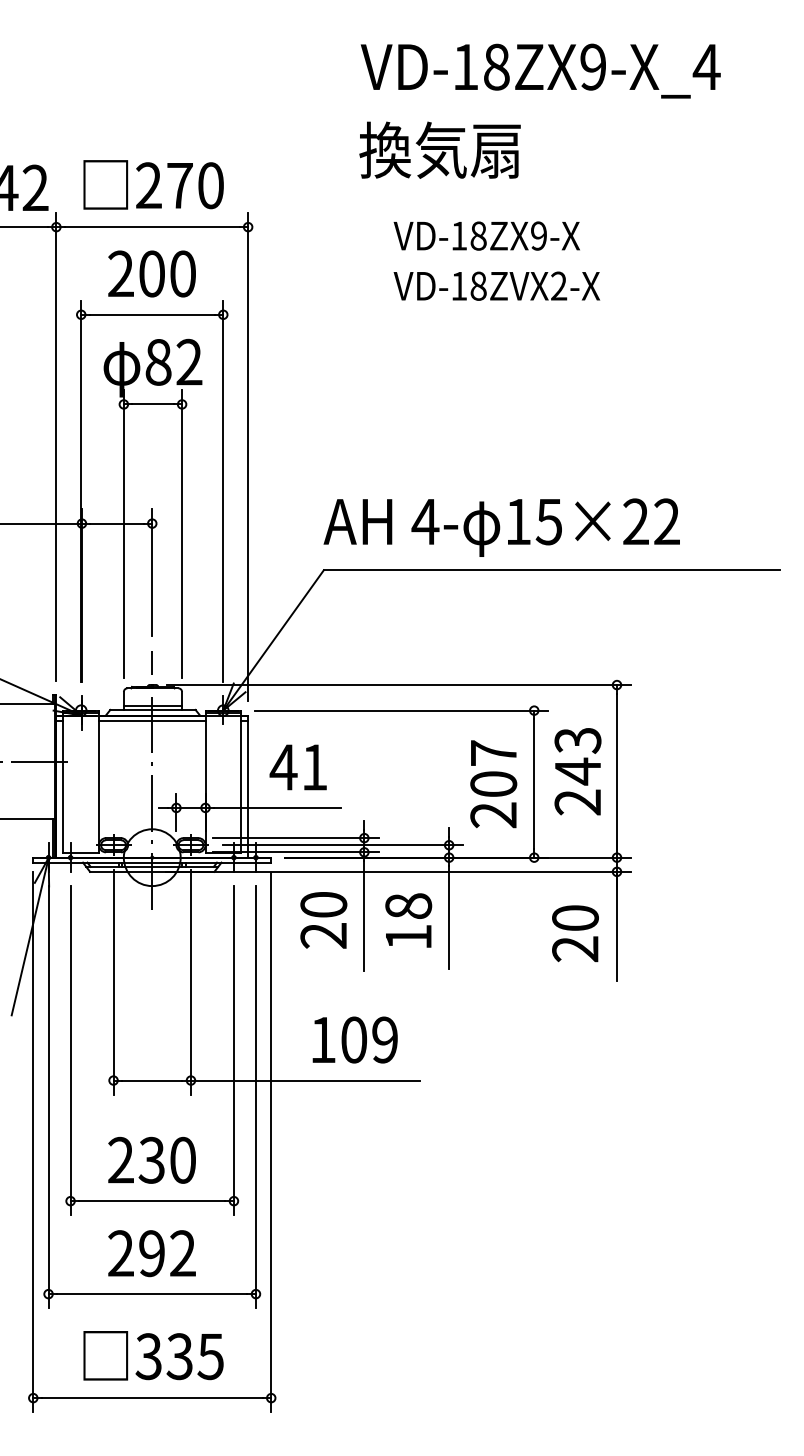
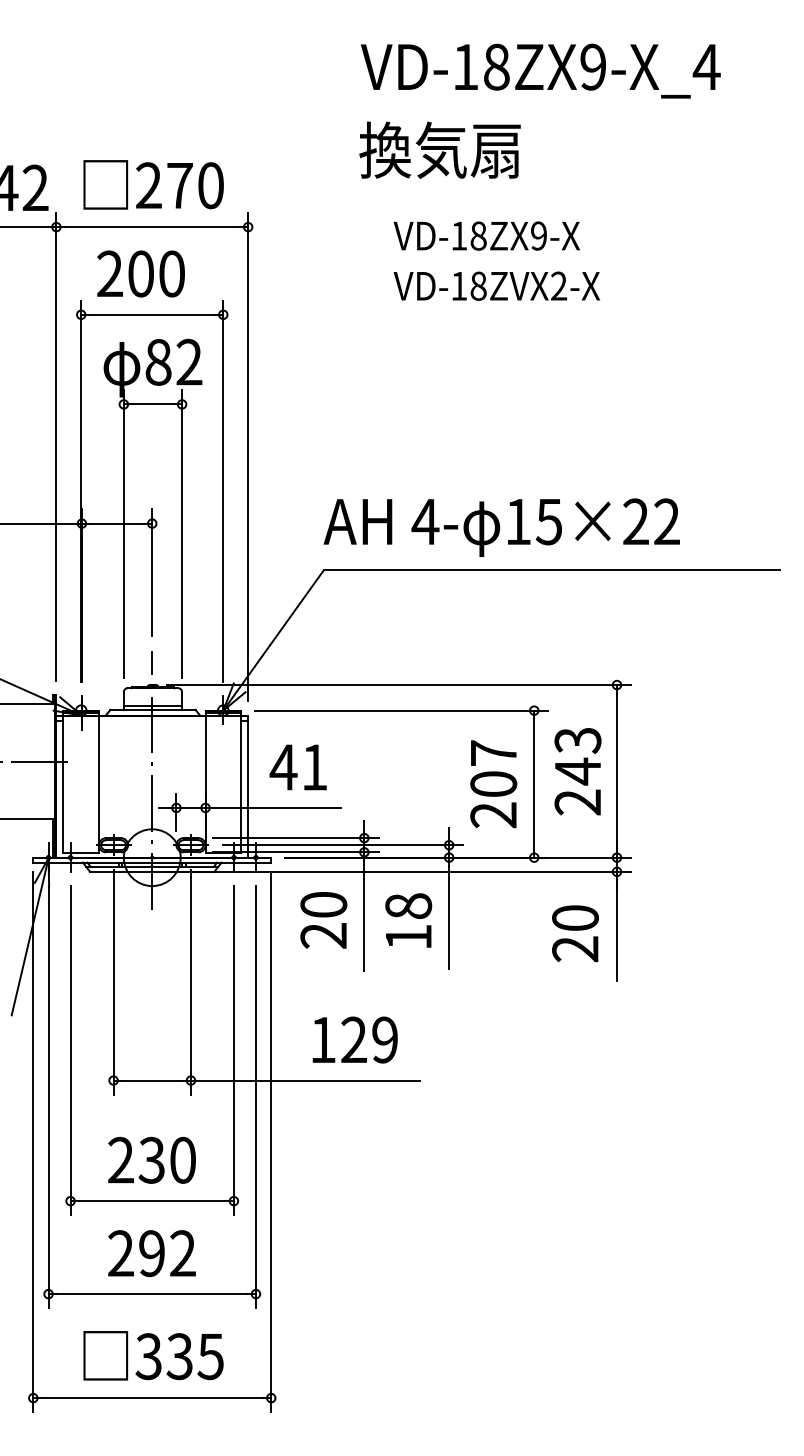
text at (151, 273) position: (151, 273) -> (140, 273)
line at (152, 721): present -> none
text at (354, 1039): 109 -> 129
